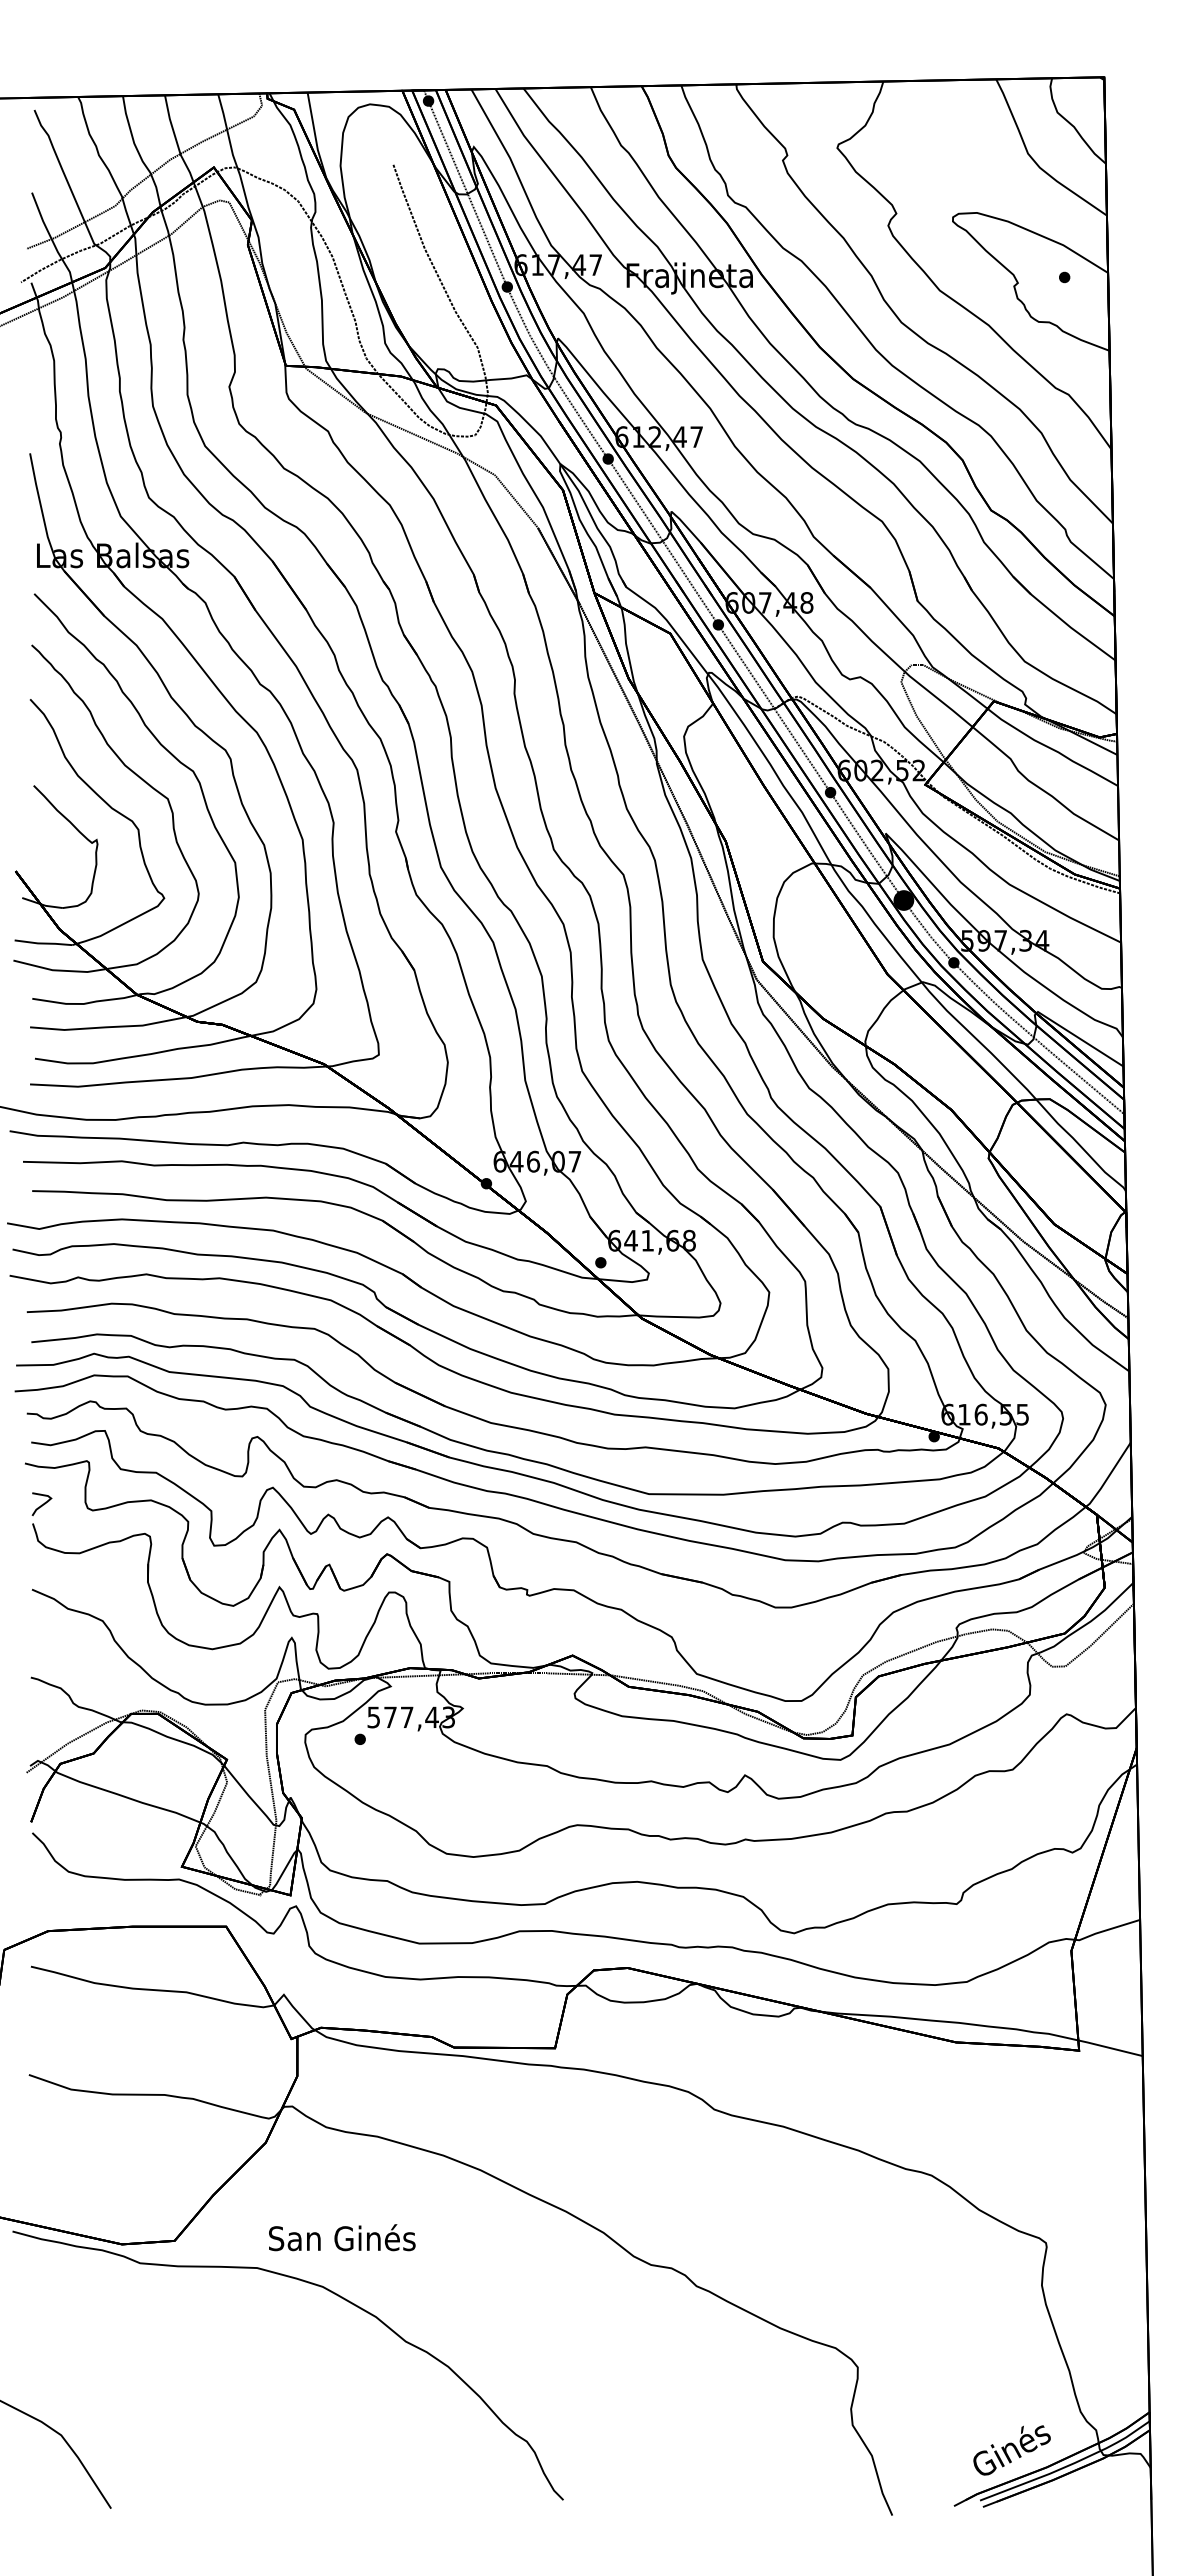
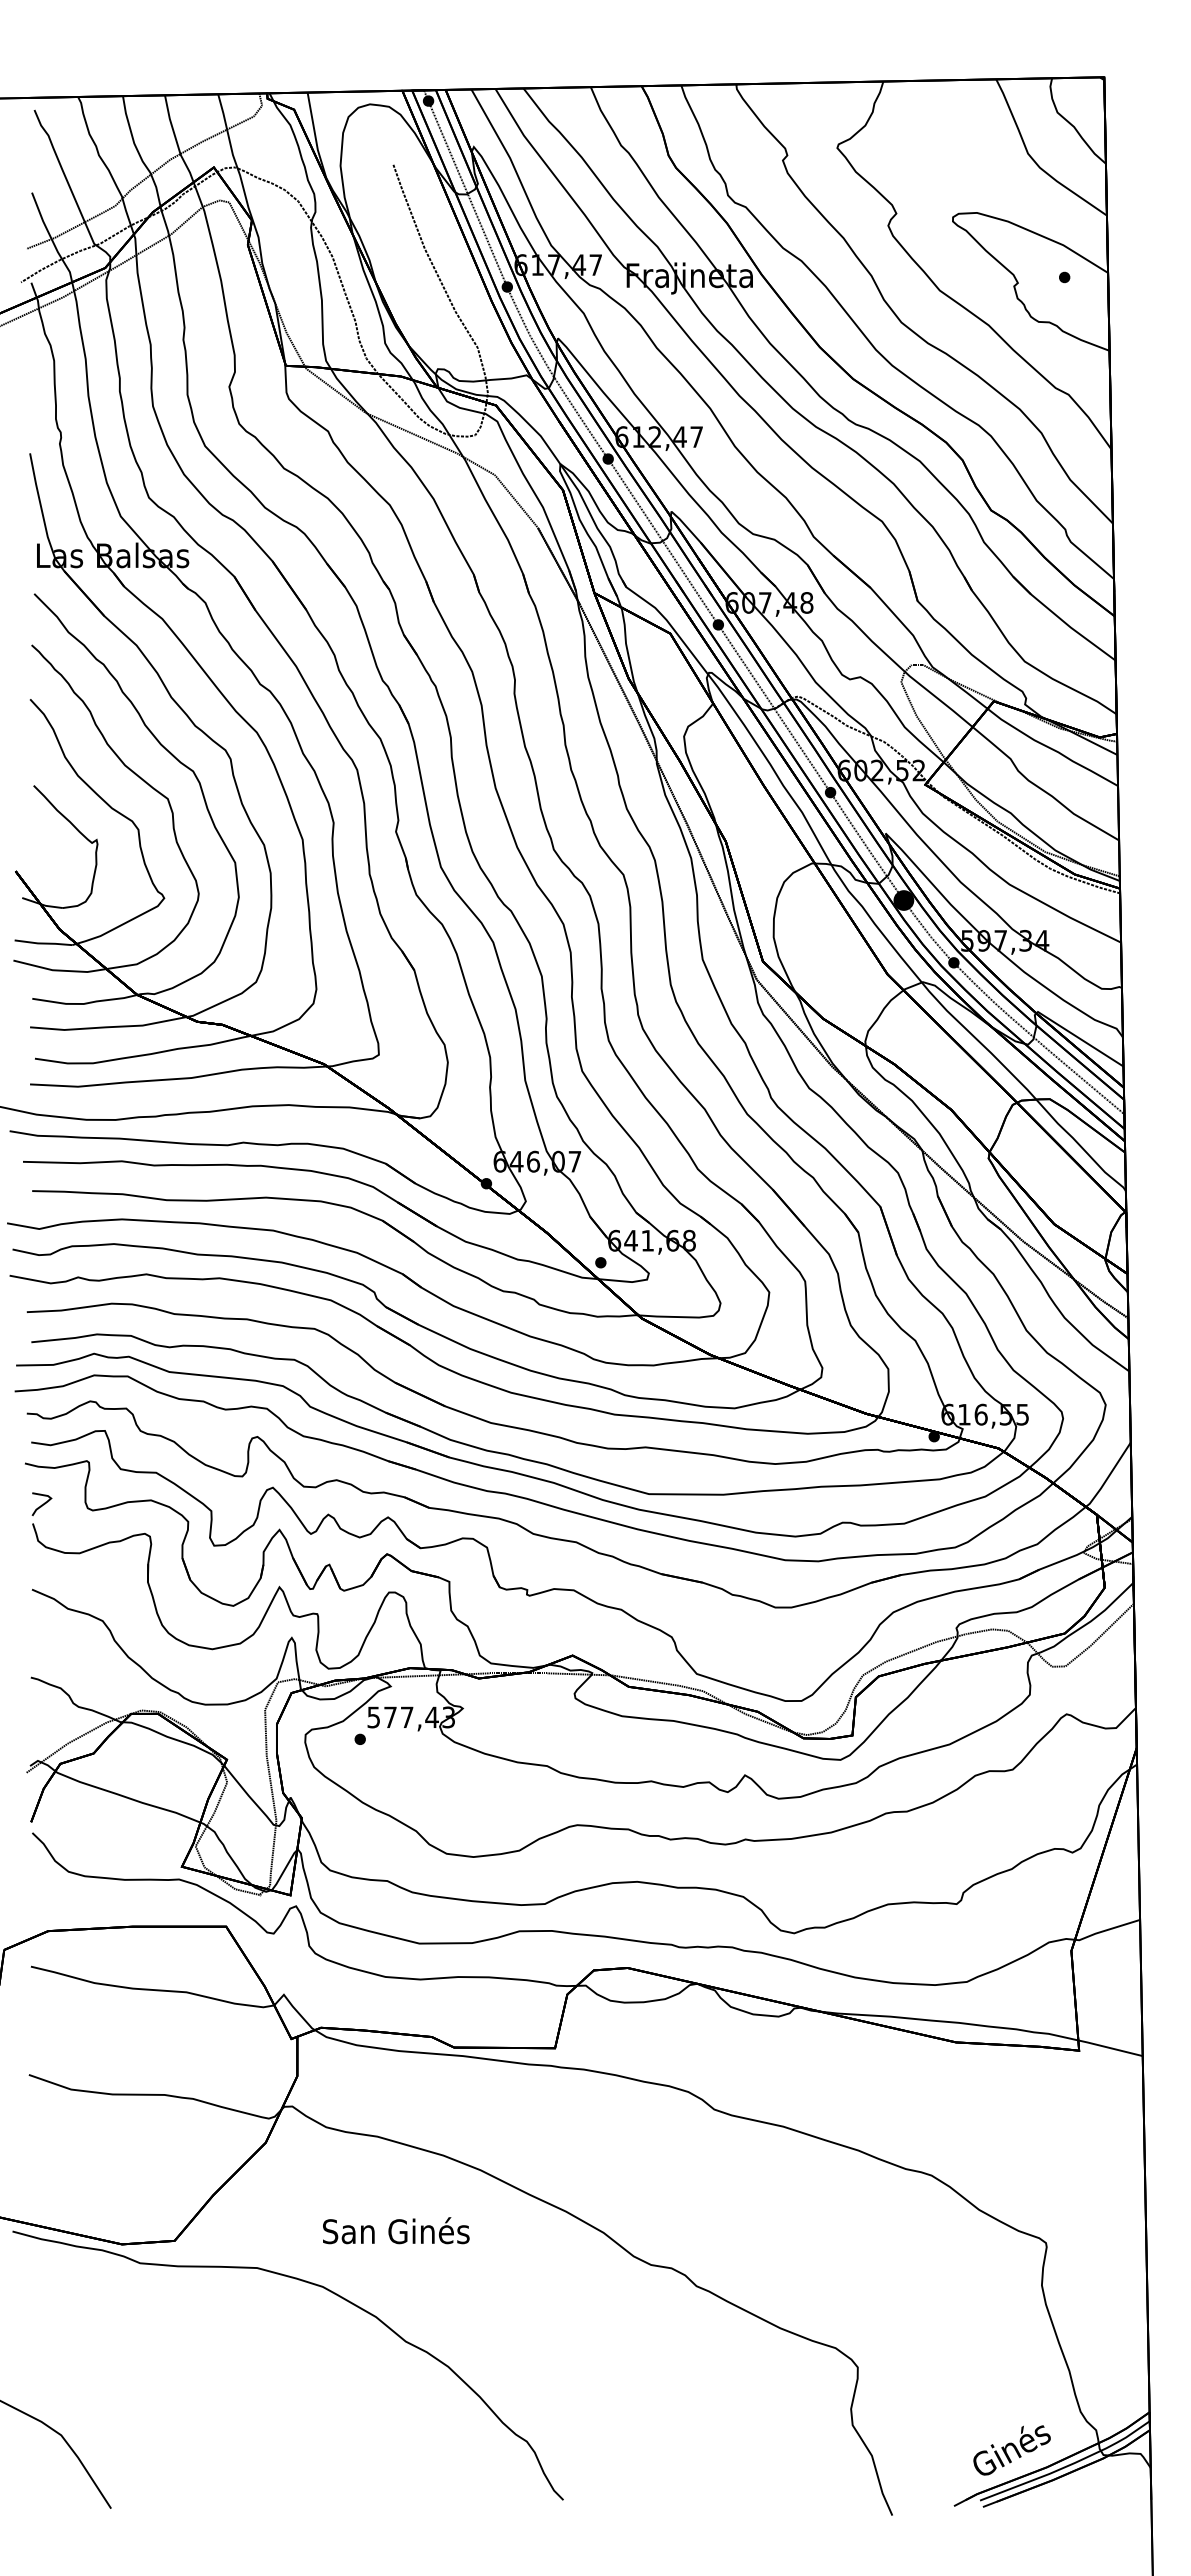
text at (342, 2237) position: (342, 2237) -> (396, 2230)
